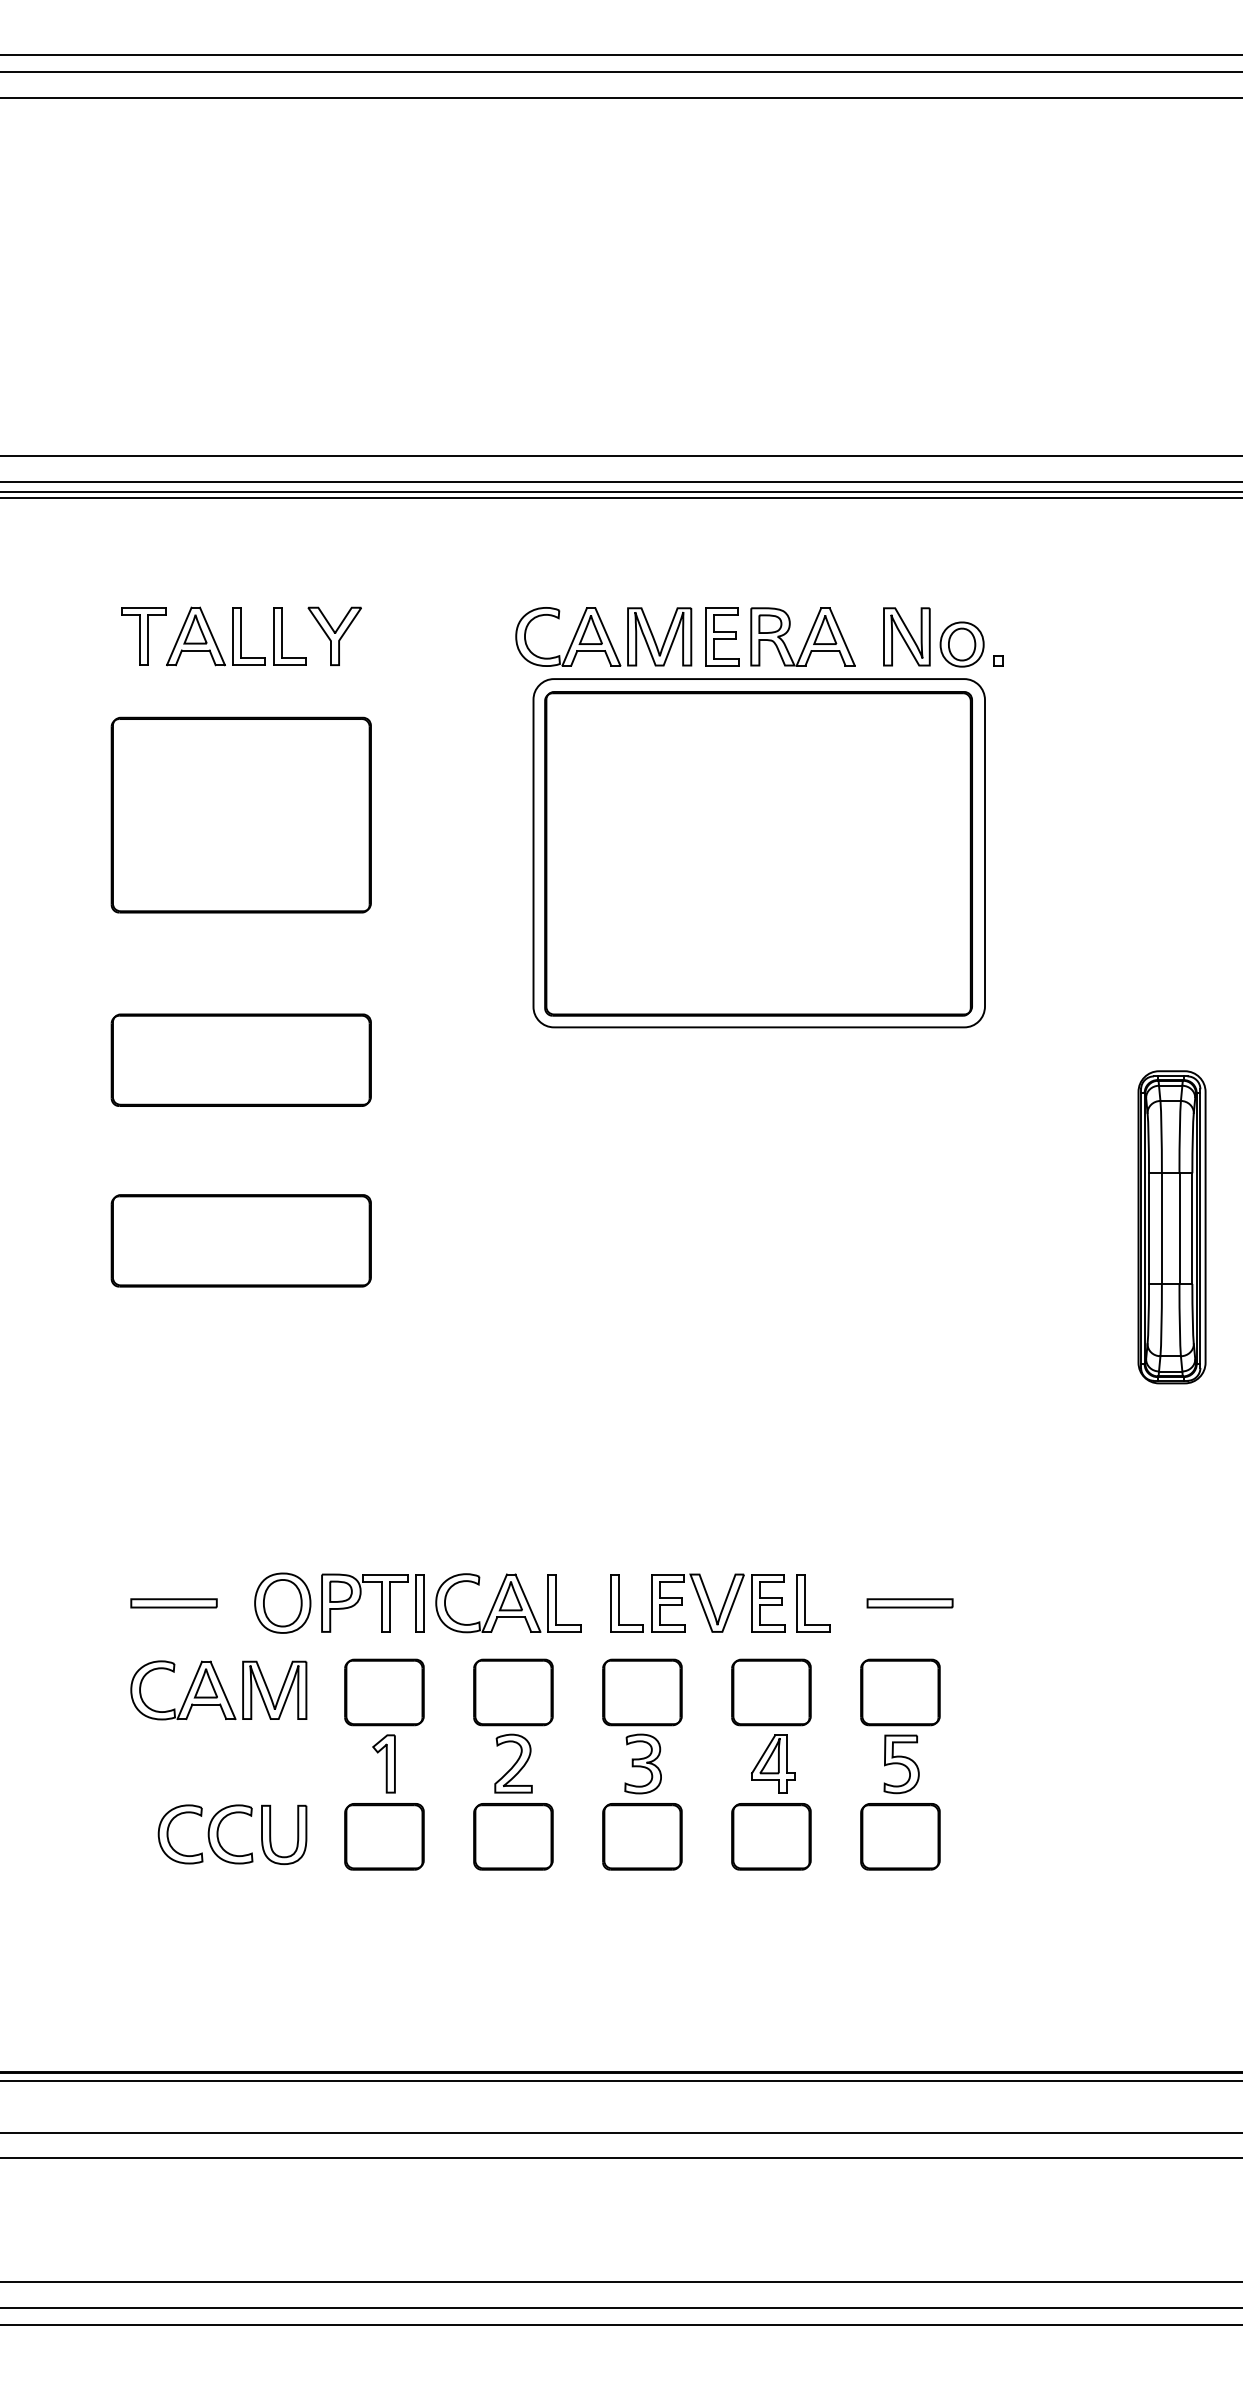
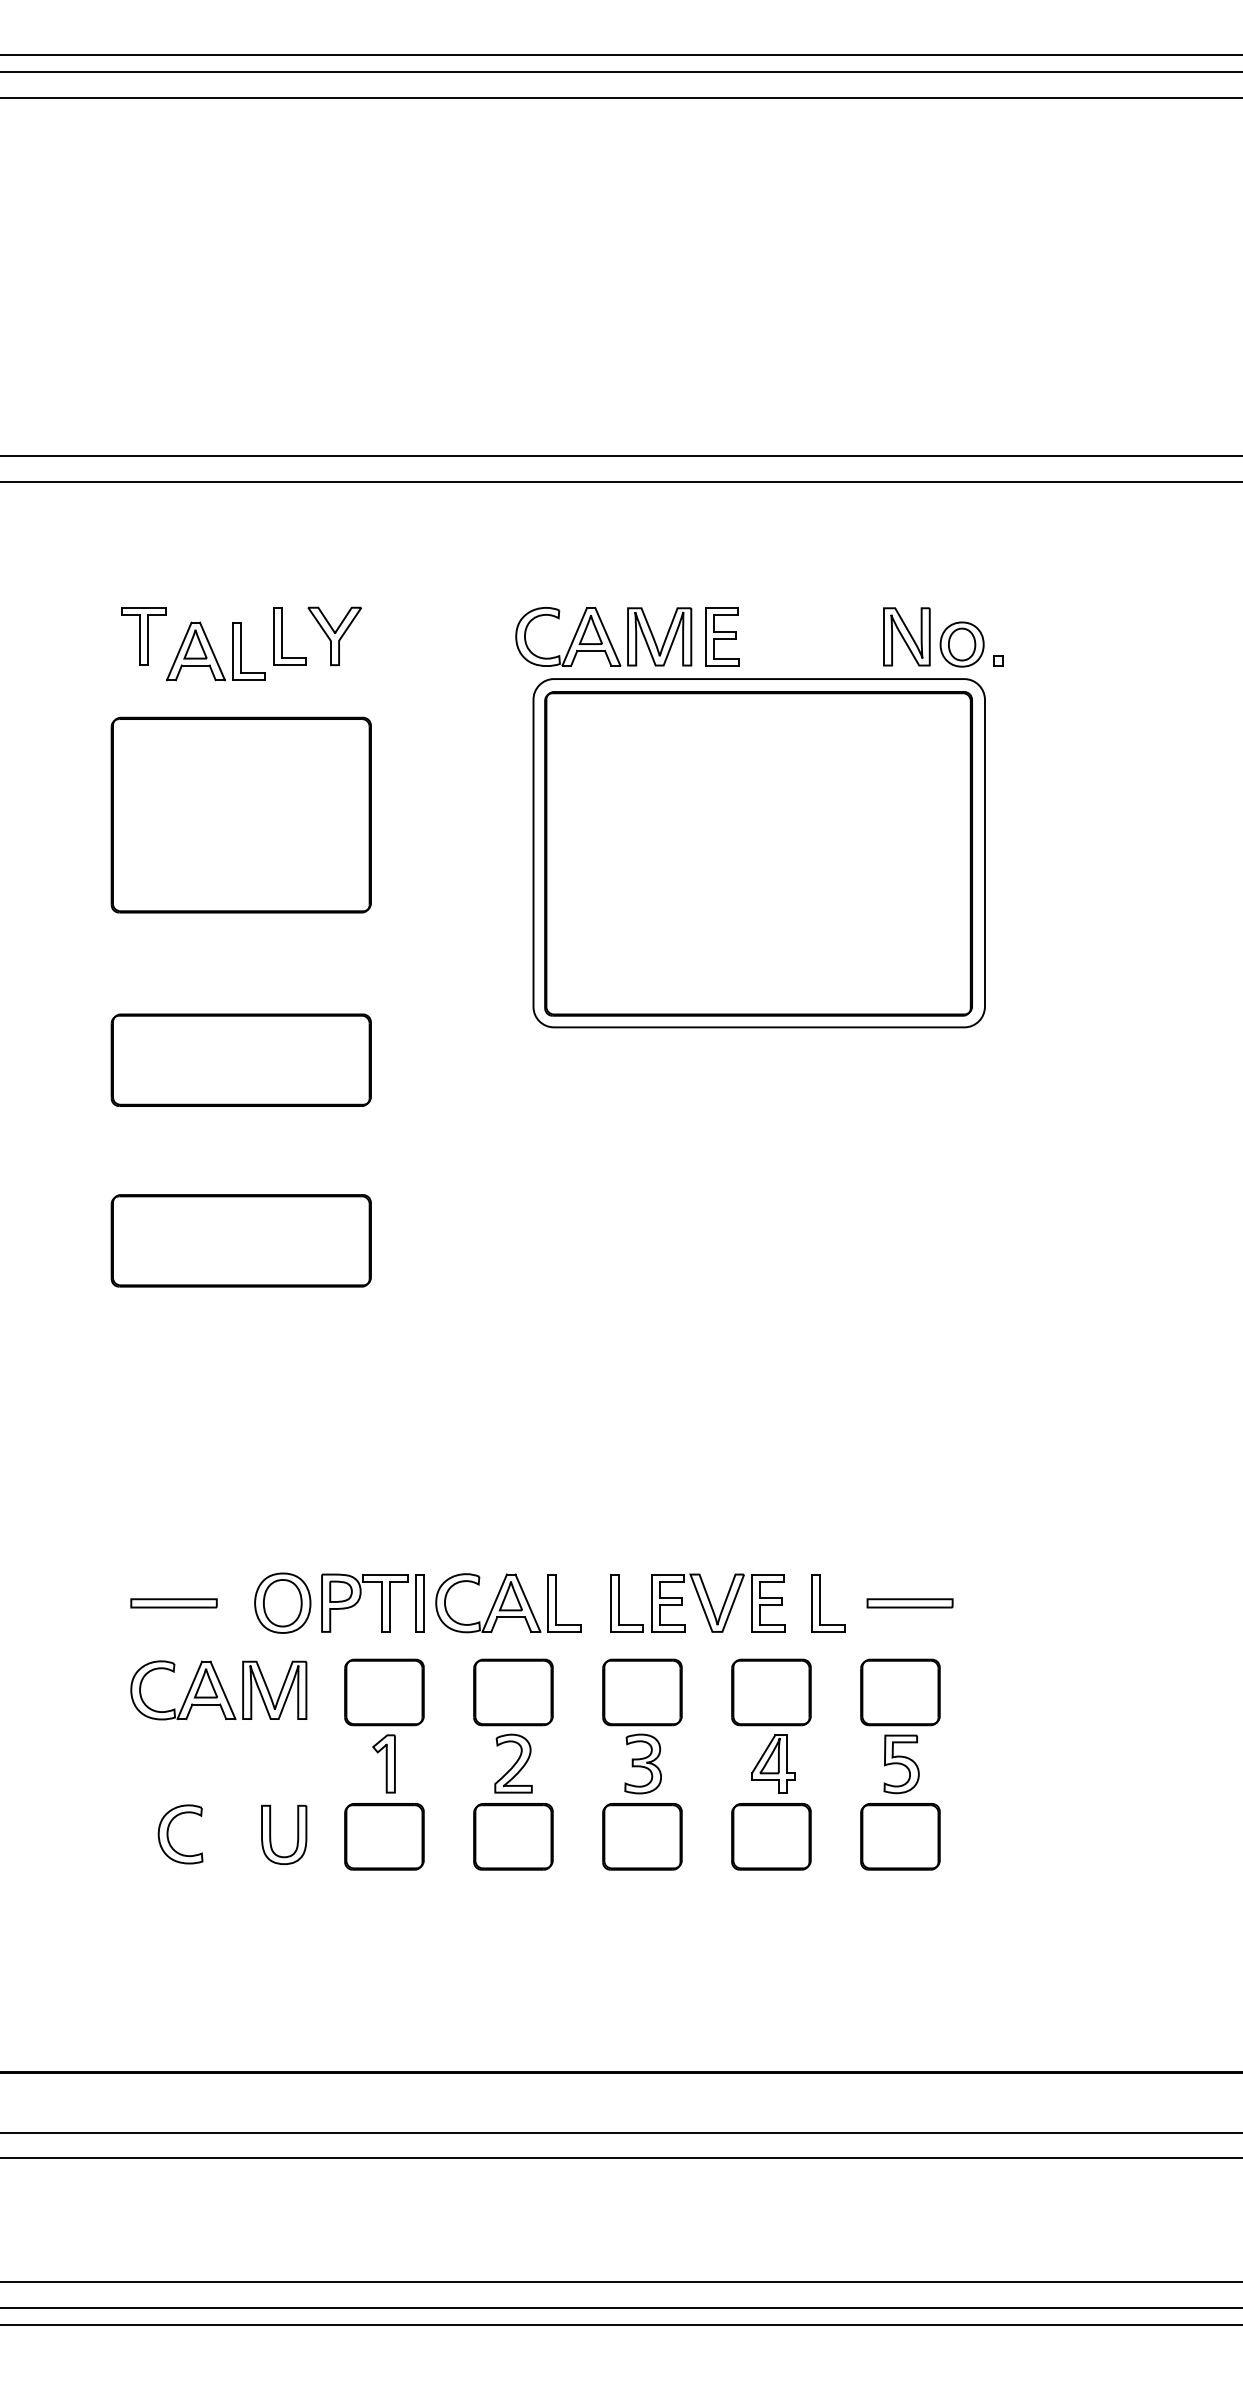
line at (620, 491): present -> none
line at (620, 498): present -> none
part at (215, 636) position: (215, 636) -> (215, 651)
part at (802, 636): present -> none
part at (1171, 1227): present -> none
part at (805, 1603) position: (805, 1603) -> (820, 1603)
part at (218, 1834): present -> none
line at (620, 2080): present -> none
